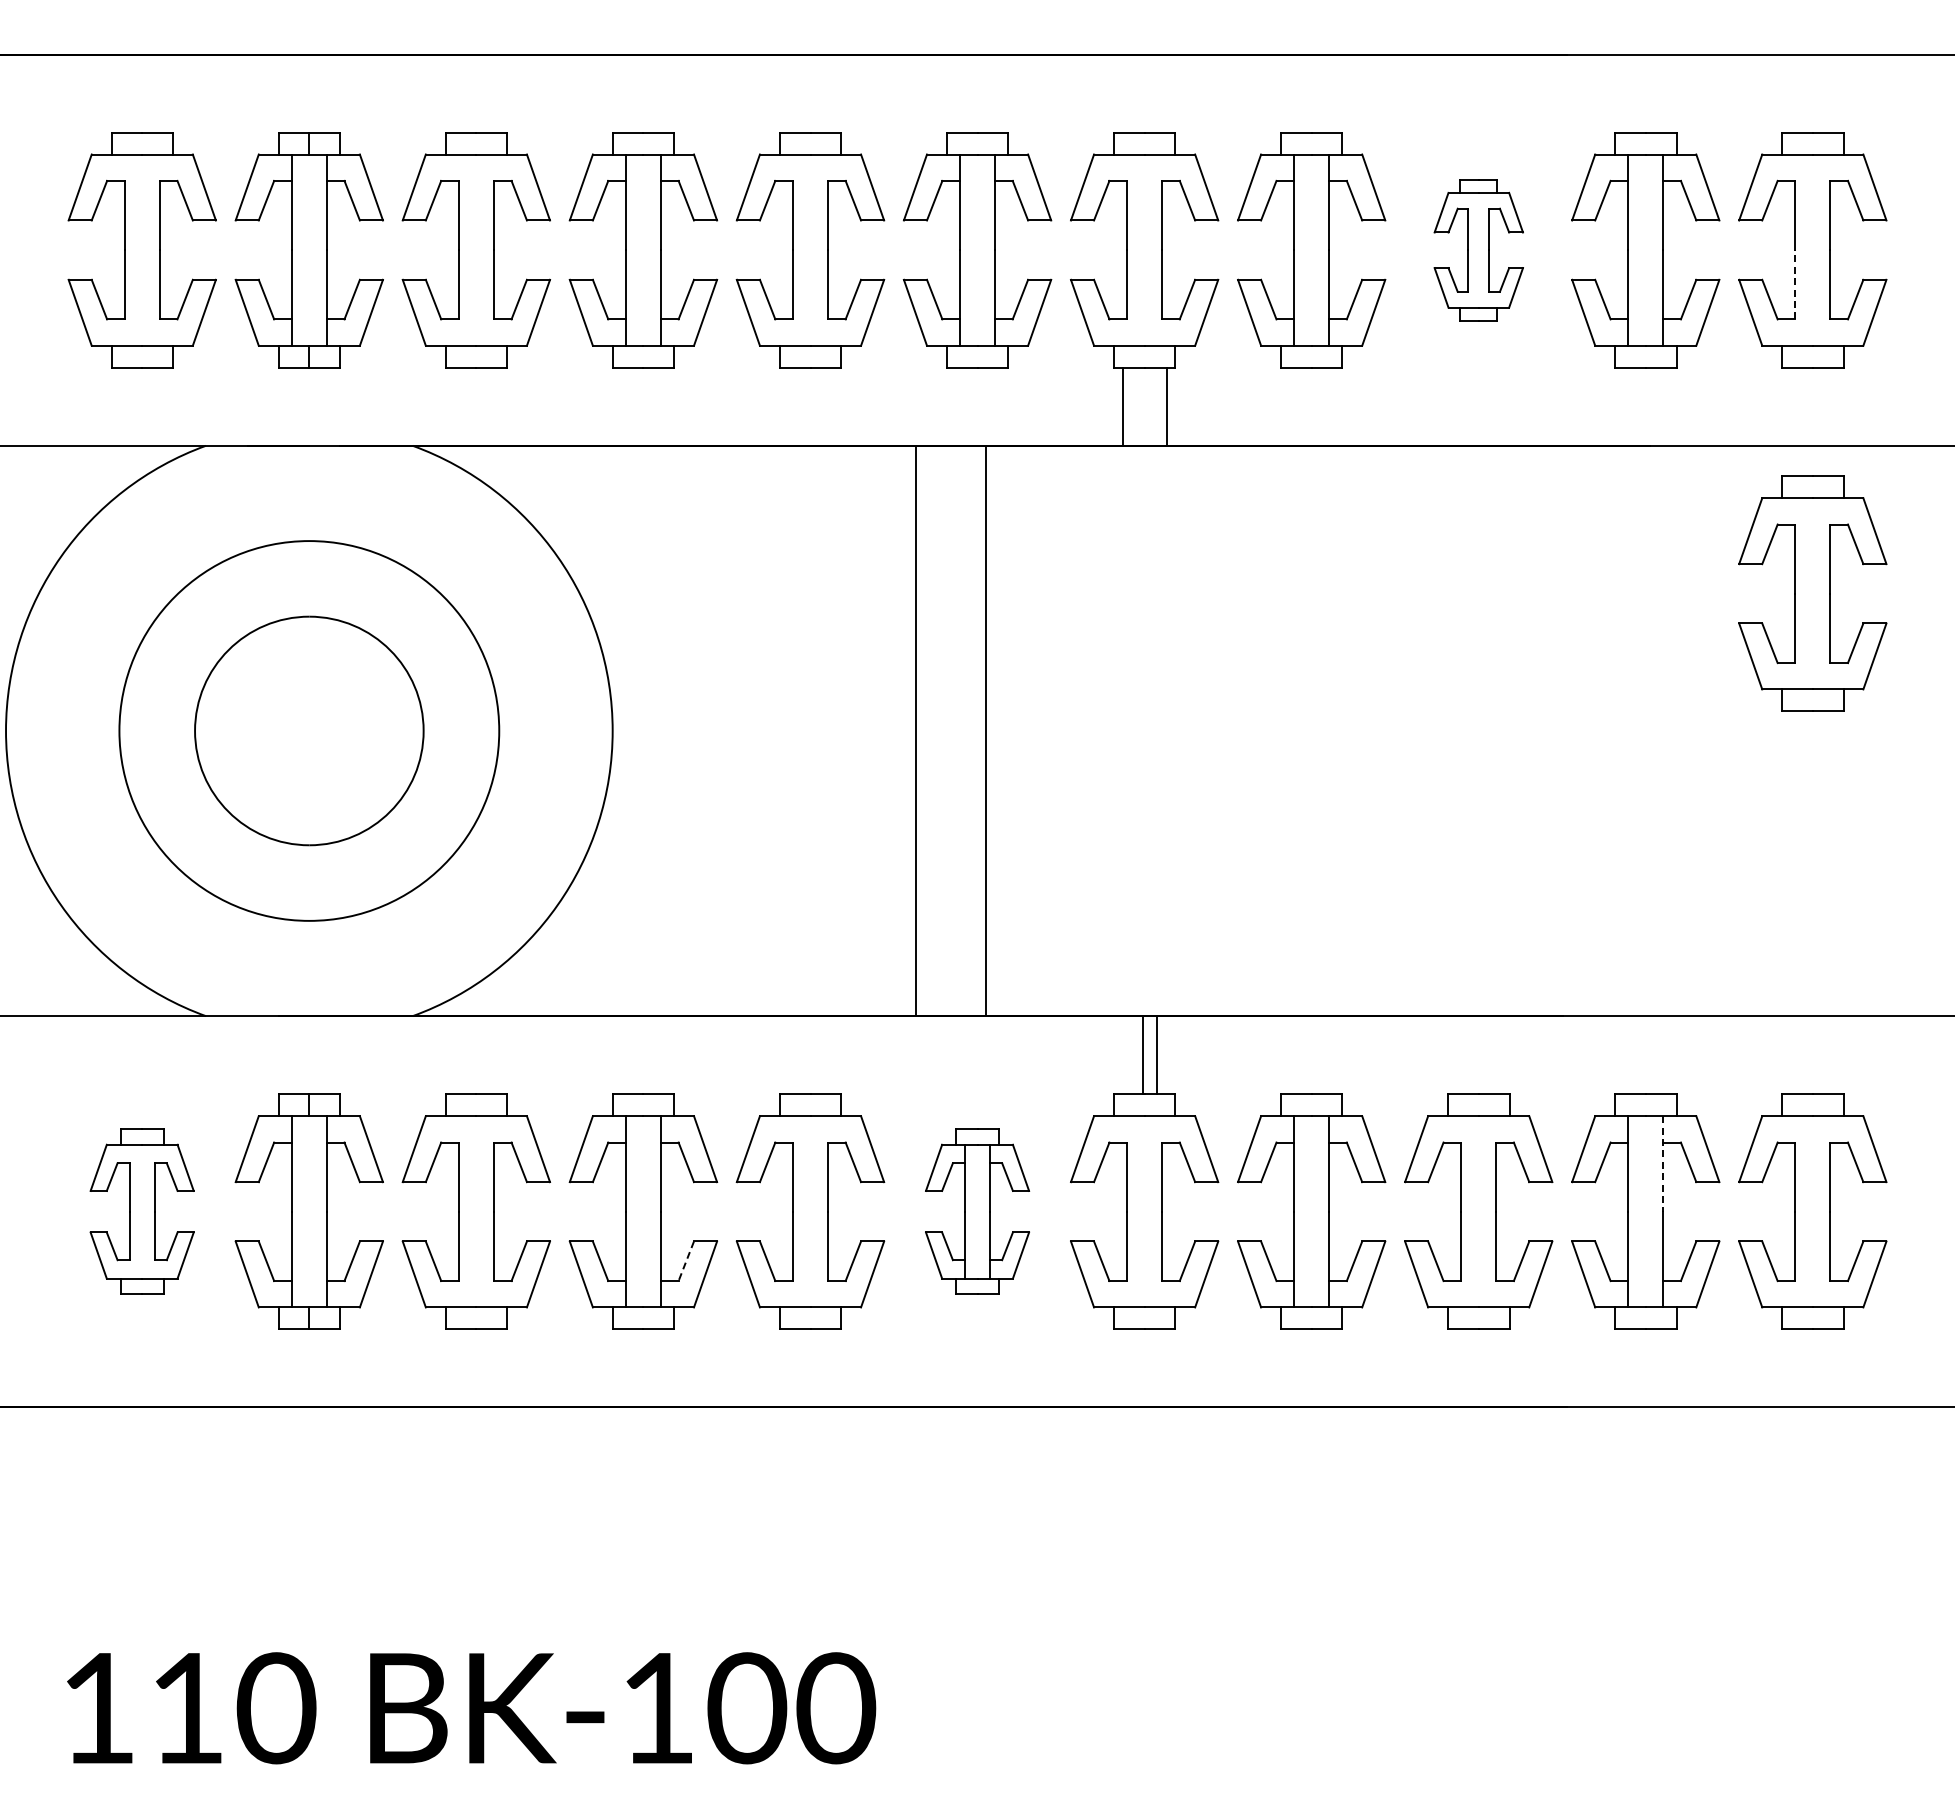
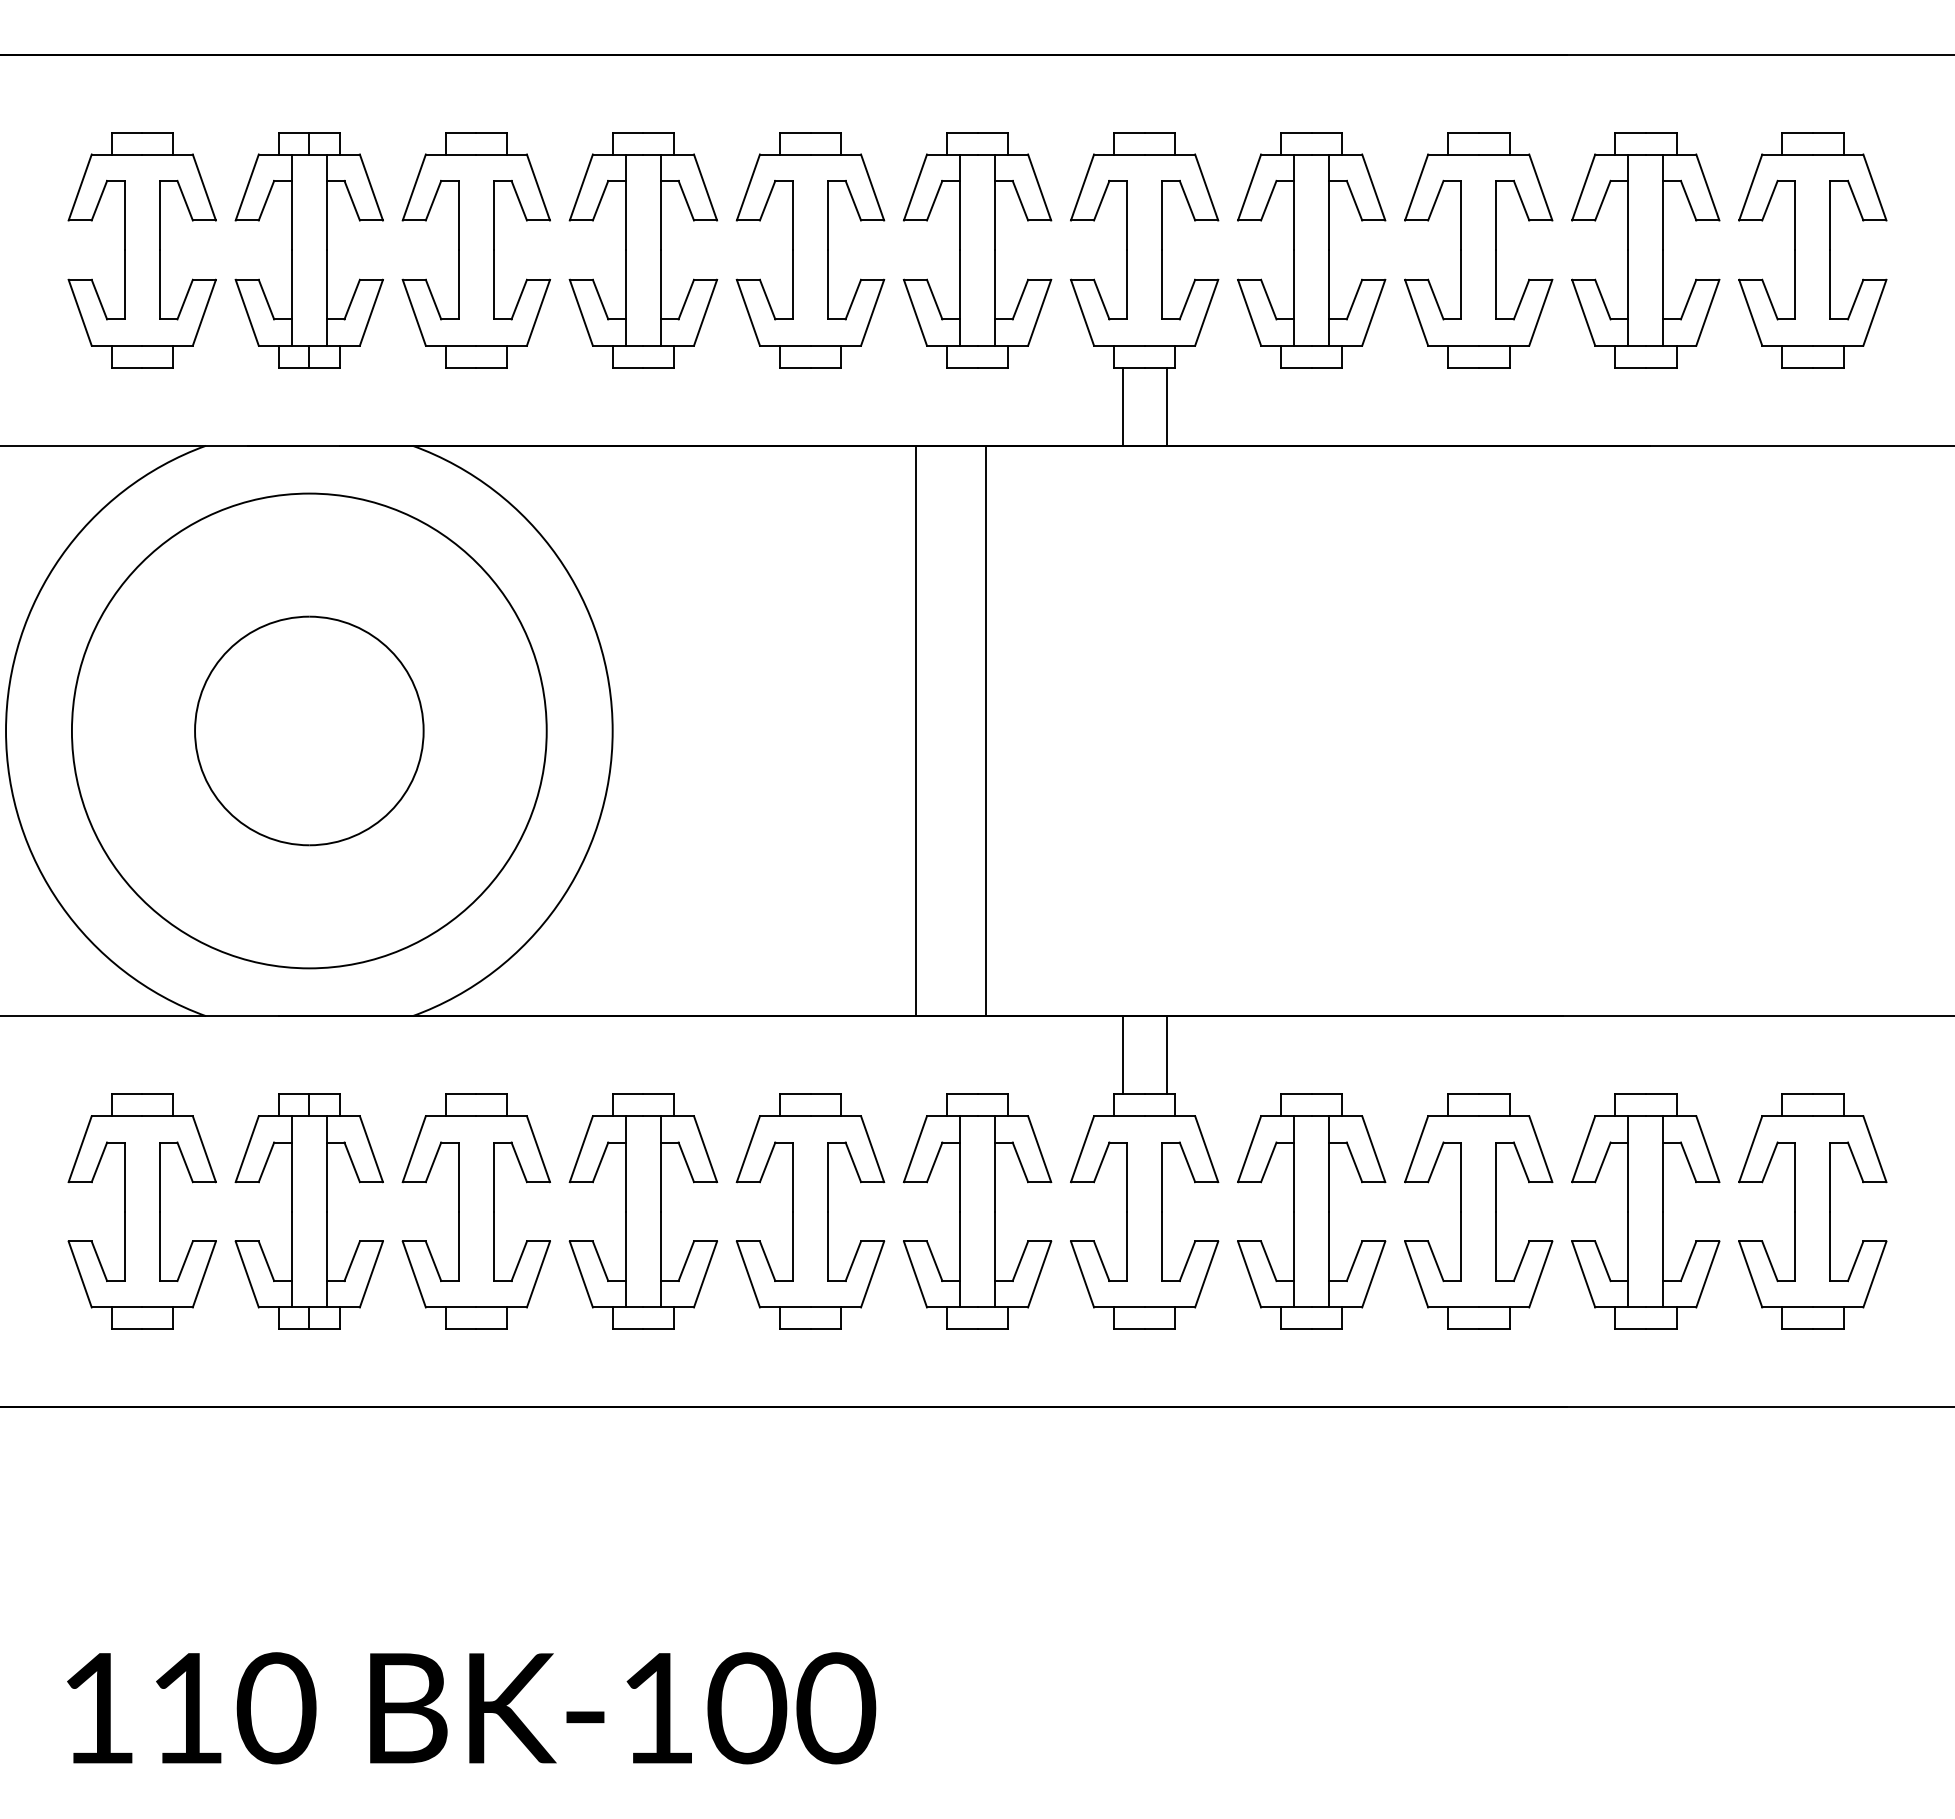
part at (1478, 250) size: 91x143 px -> 150x237 px
line at (1795, 284): dashed -> solid
part at (1812, 593): present -> none
circle at (309, 730) diameter: 380 px -> 475 px
line at (1142, 1055) position: (1142, 1055) -> (1166, 1055)
line at (1156, 1055) position: (1156, 1055) -> (1122, 1055)
line at (1663, 1164): dashed -> solid
part at (141, 1211) size: 106x167 px -> 150x237 px
part at (977, 1211) size: 106x167 px -> 151x237 px
line at (686, 1261): dashed -> solid
